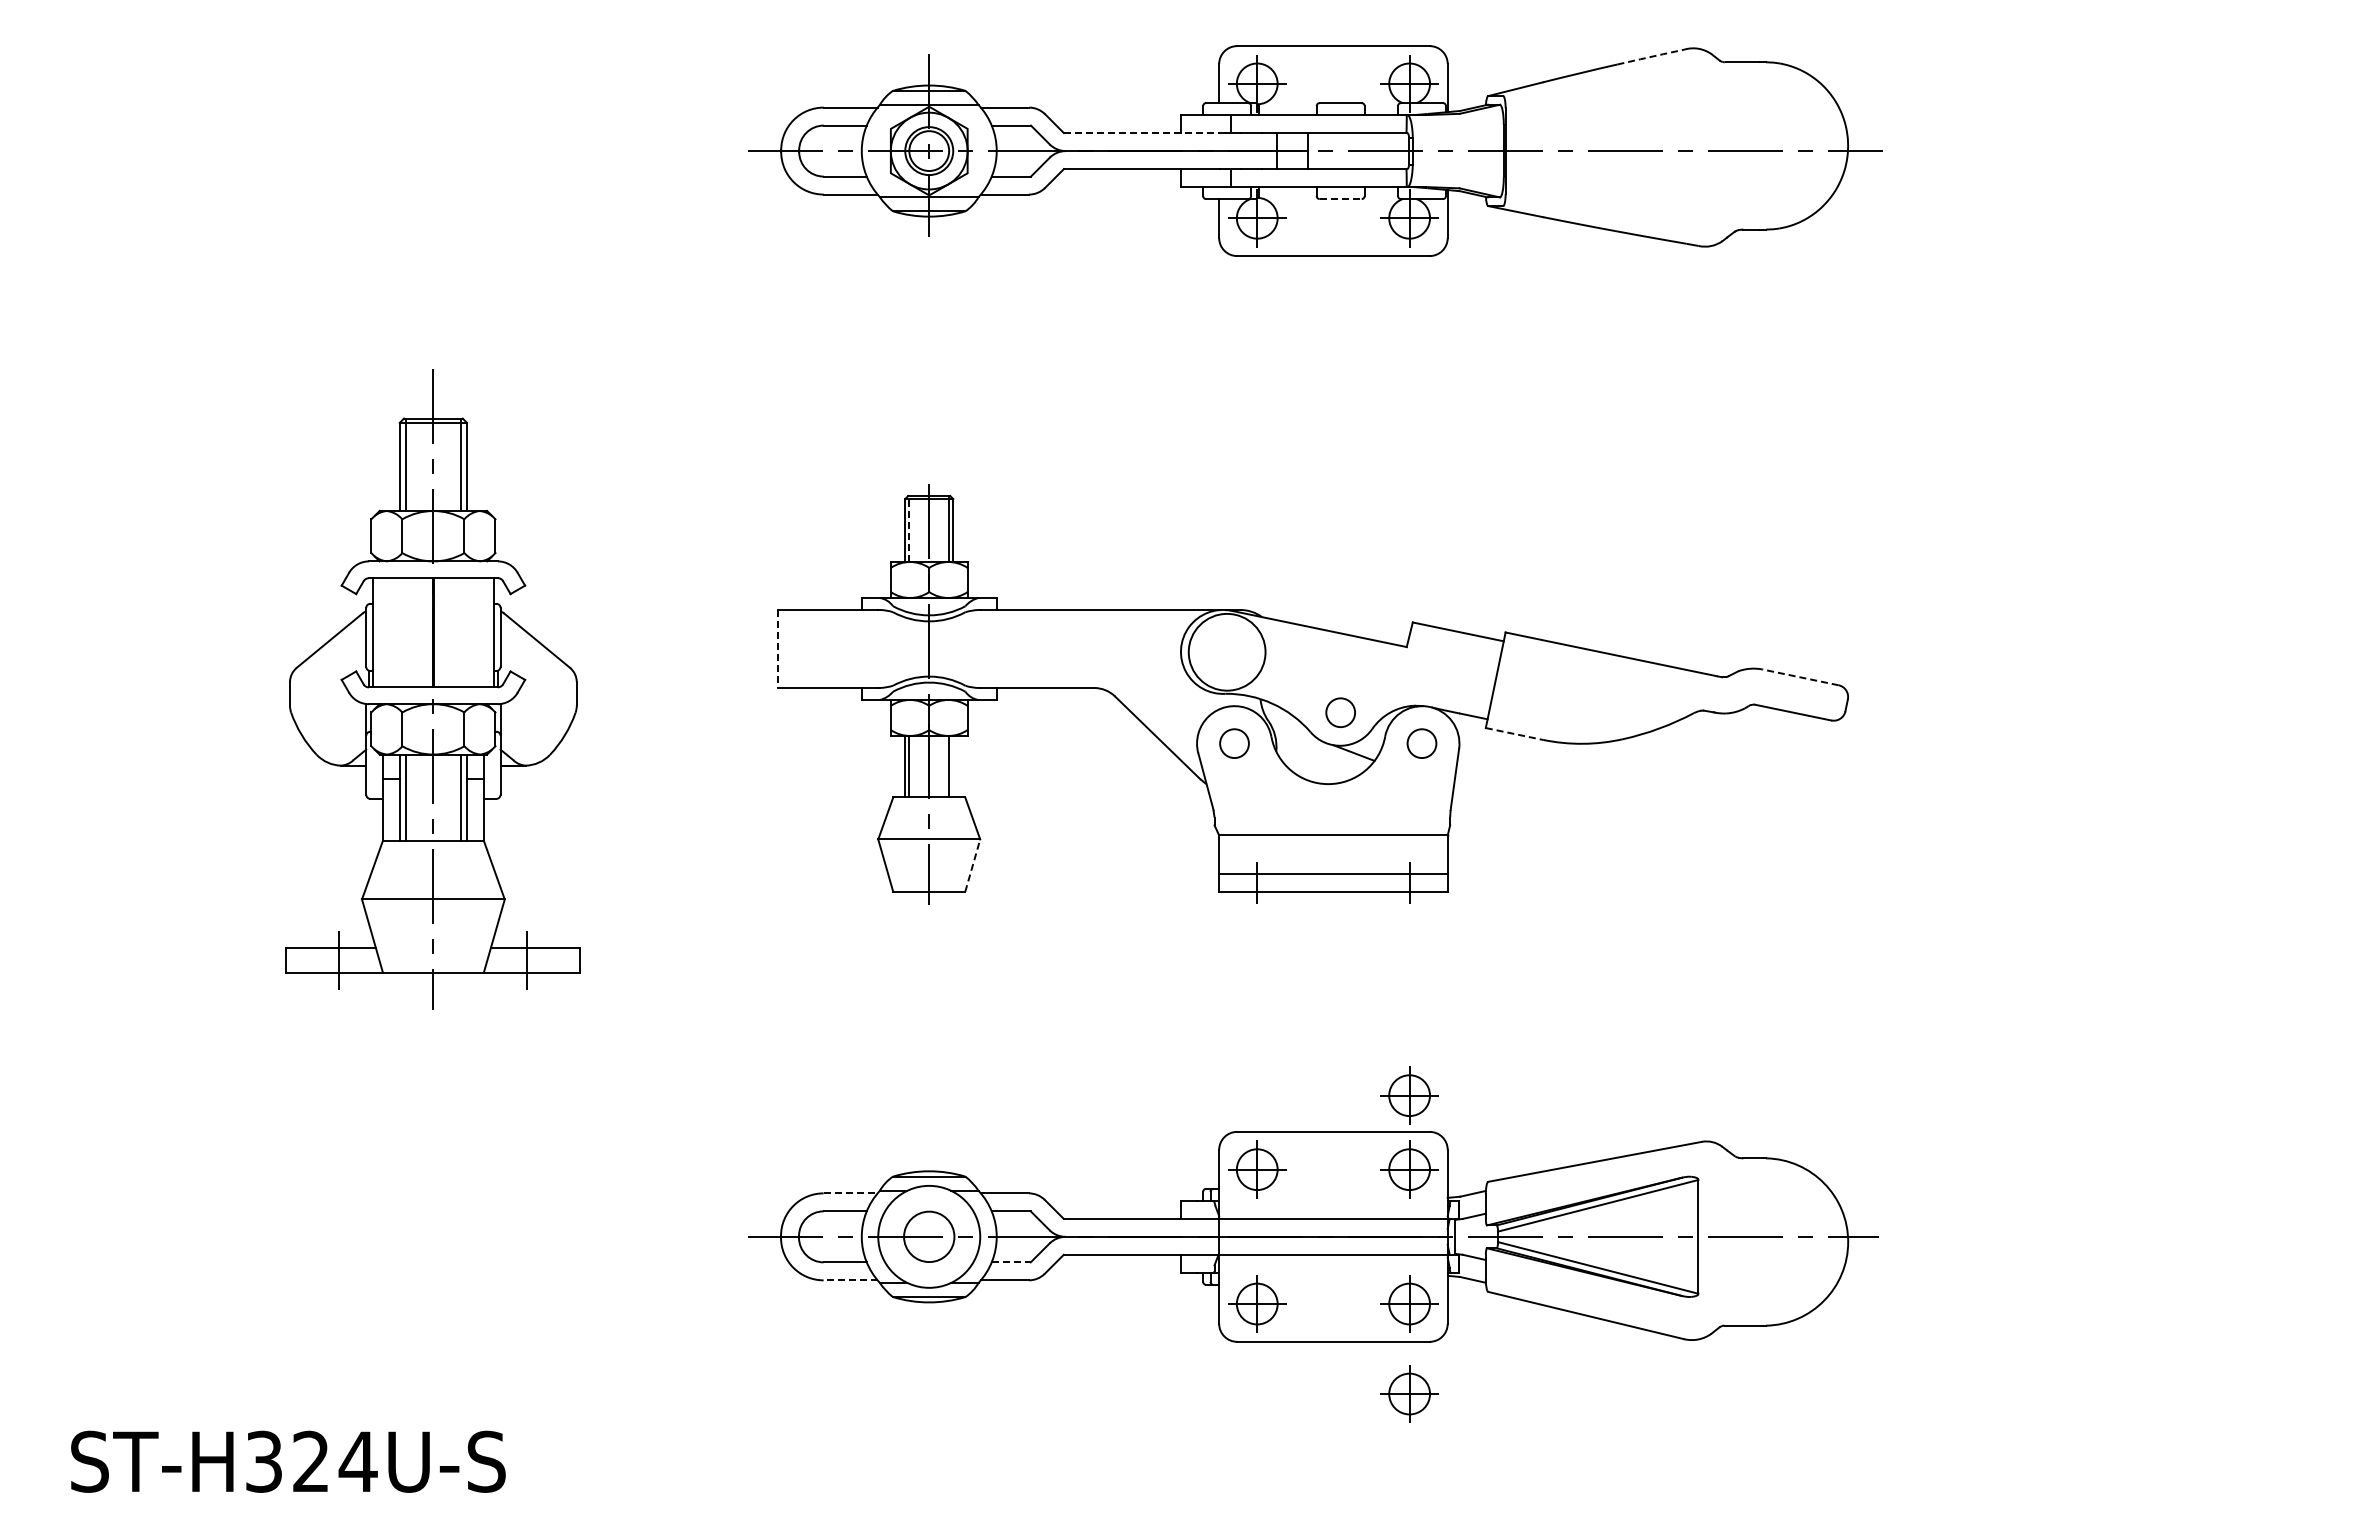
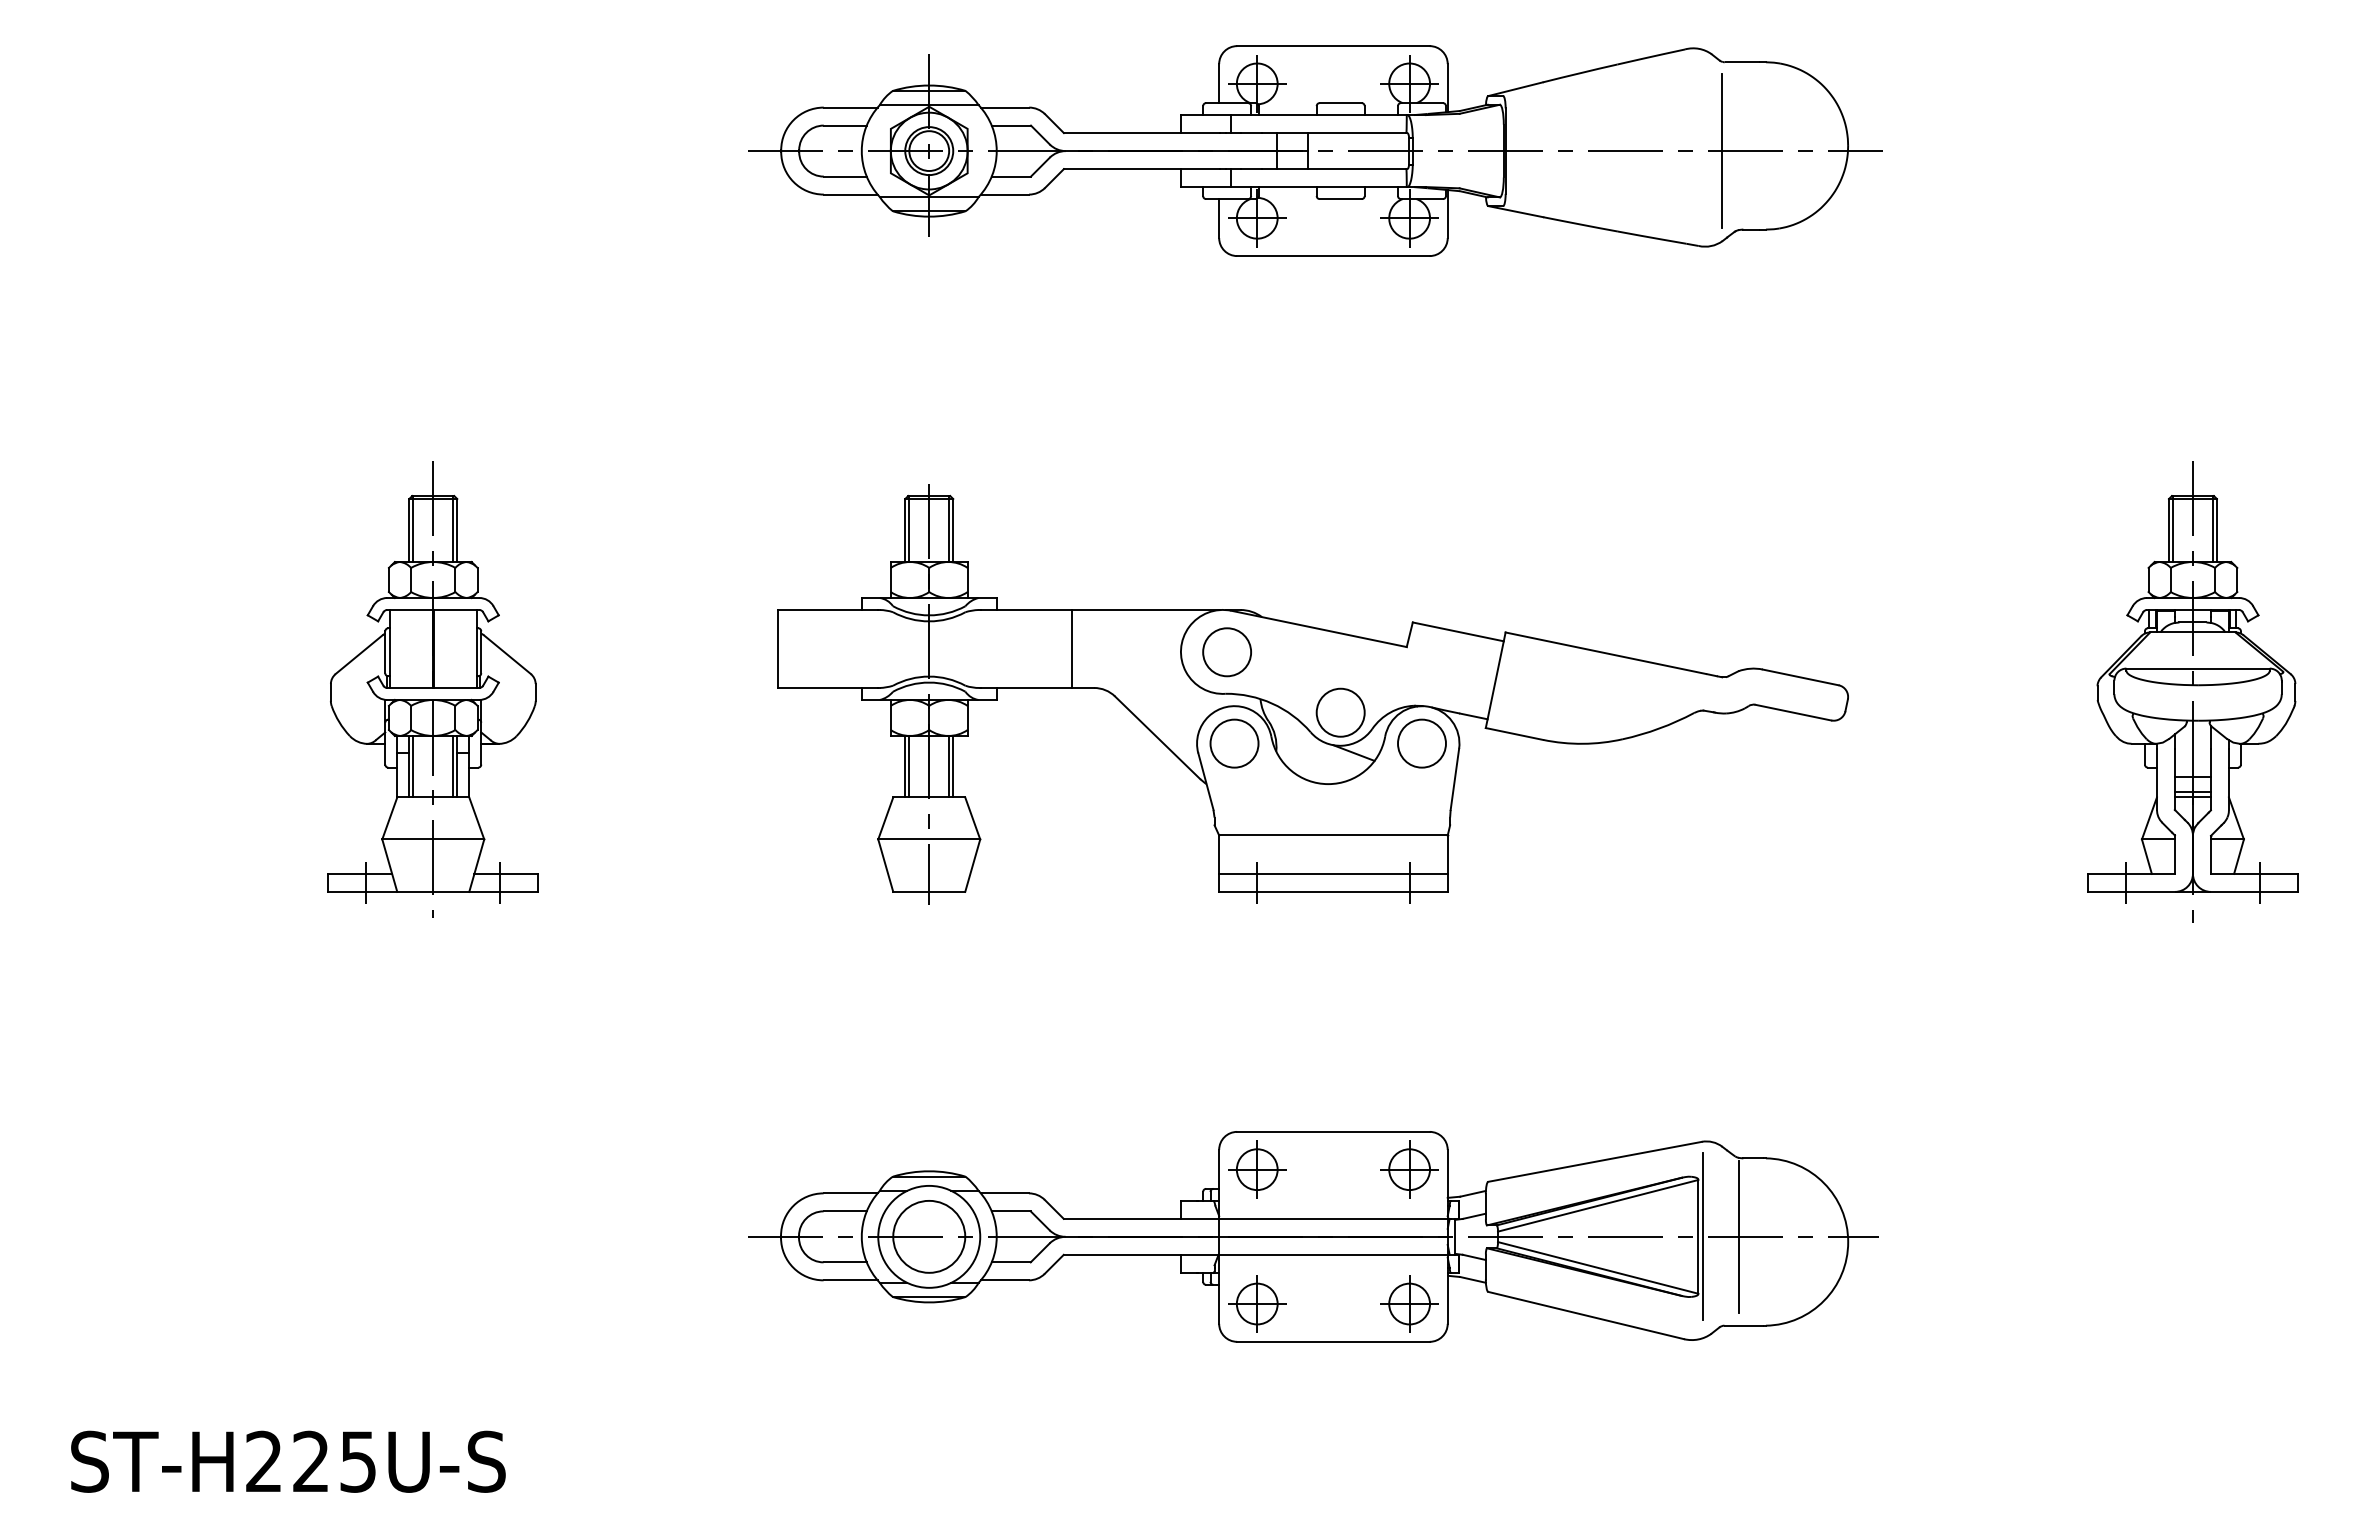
line at (1651, 56): dashed -> solid
line at (1142, 133): dashed -> solid
line at (1722, 150): none -> present
line at (1340, 199): dashed -> solid
line at (909, 529): dashed -> solid
line at (778, 648): dashed -> solid
line at (1072, 648): none -> present
circle at (1226, 651) diameter: 77 px -> 48 px
line at (1800, 677): dashed -> solid
part at (432, 689) size: 296x641 px -> 212x457 px
part at (2192, 691): none -> present
circle at (1340, 712) diameter: 29 px -> 48 px
line at (1514, 734): dashed -> solid
circle at (1234, 743) diameter: 29 px -> 48 px
circle at (1421, 743) diameter: 29 px -> 48 px
line at (953, 766): none -> present
line at (972, 865): dashed -> solid
part at (1409, 1095): present -> none
line at (850, 1193): dashed -> solid
circle at (929, 1236) diameter: 50 px -> 72 px
line at (1703, 1236): none -> present
line at (1738, 1236): none -> present
line at (1011, 1262): dashed -> solid
line at (850, 1280): dashed -> solid
part at (1409, 1393): present -> none
text at (311, 1461): ST-H324U-S -> ST-H225U-S
